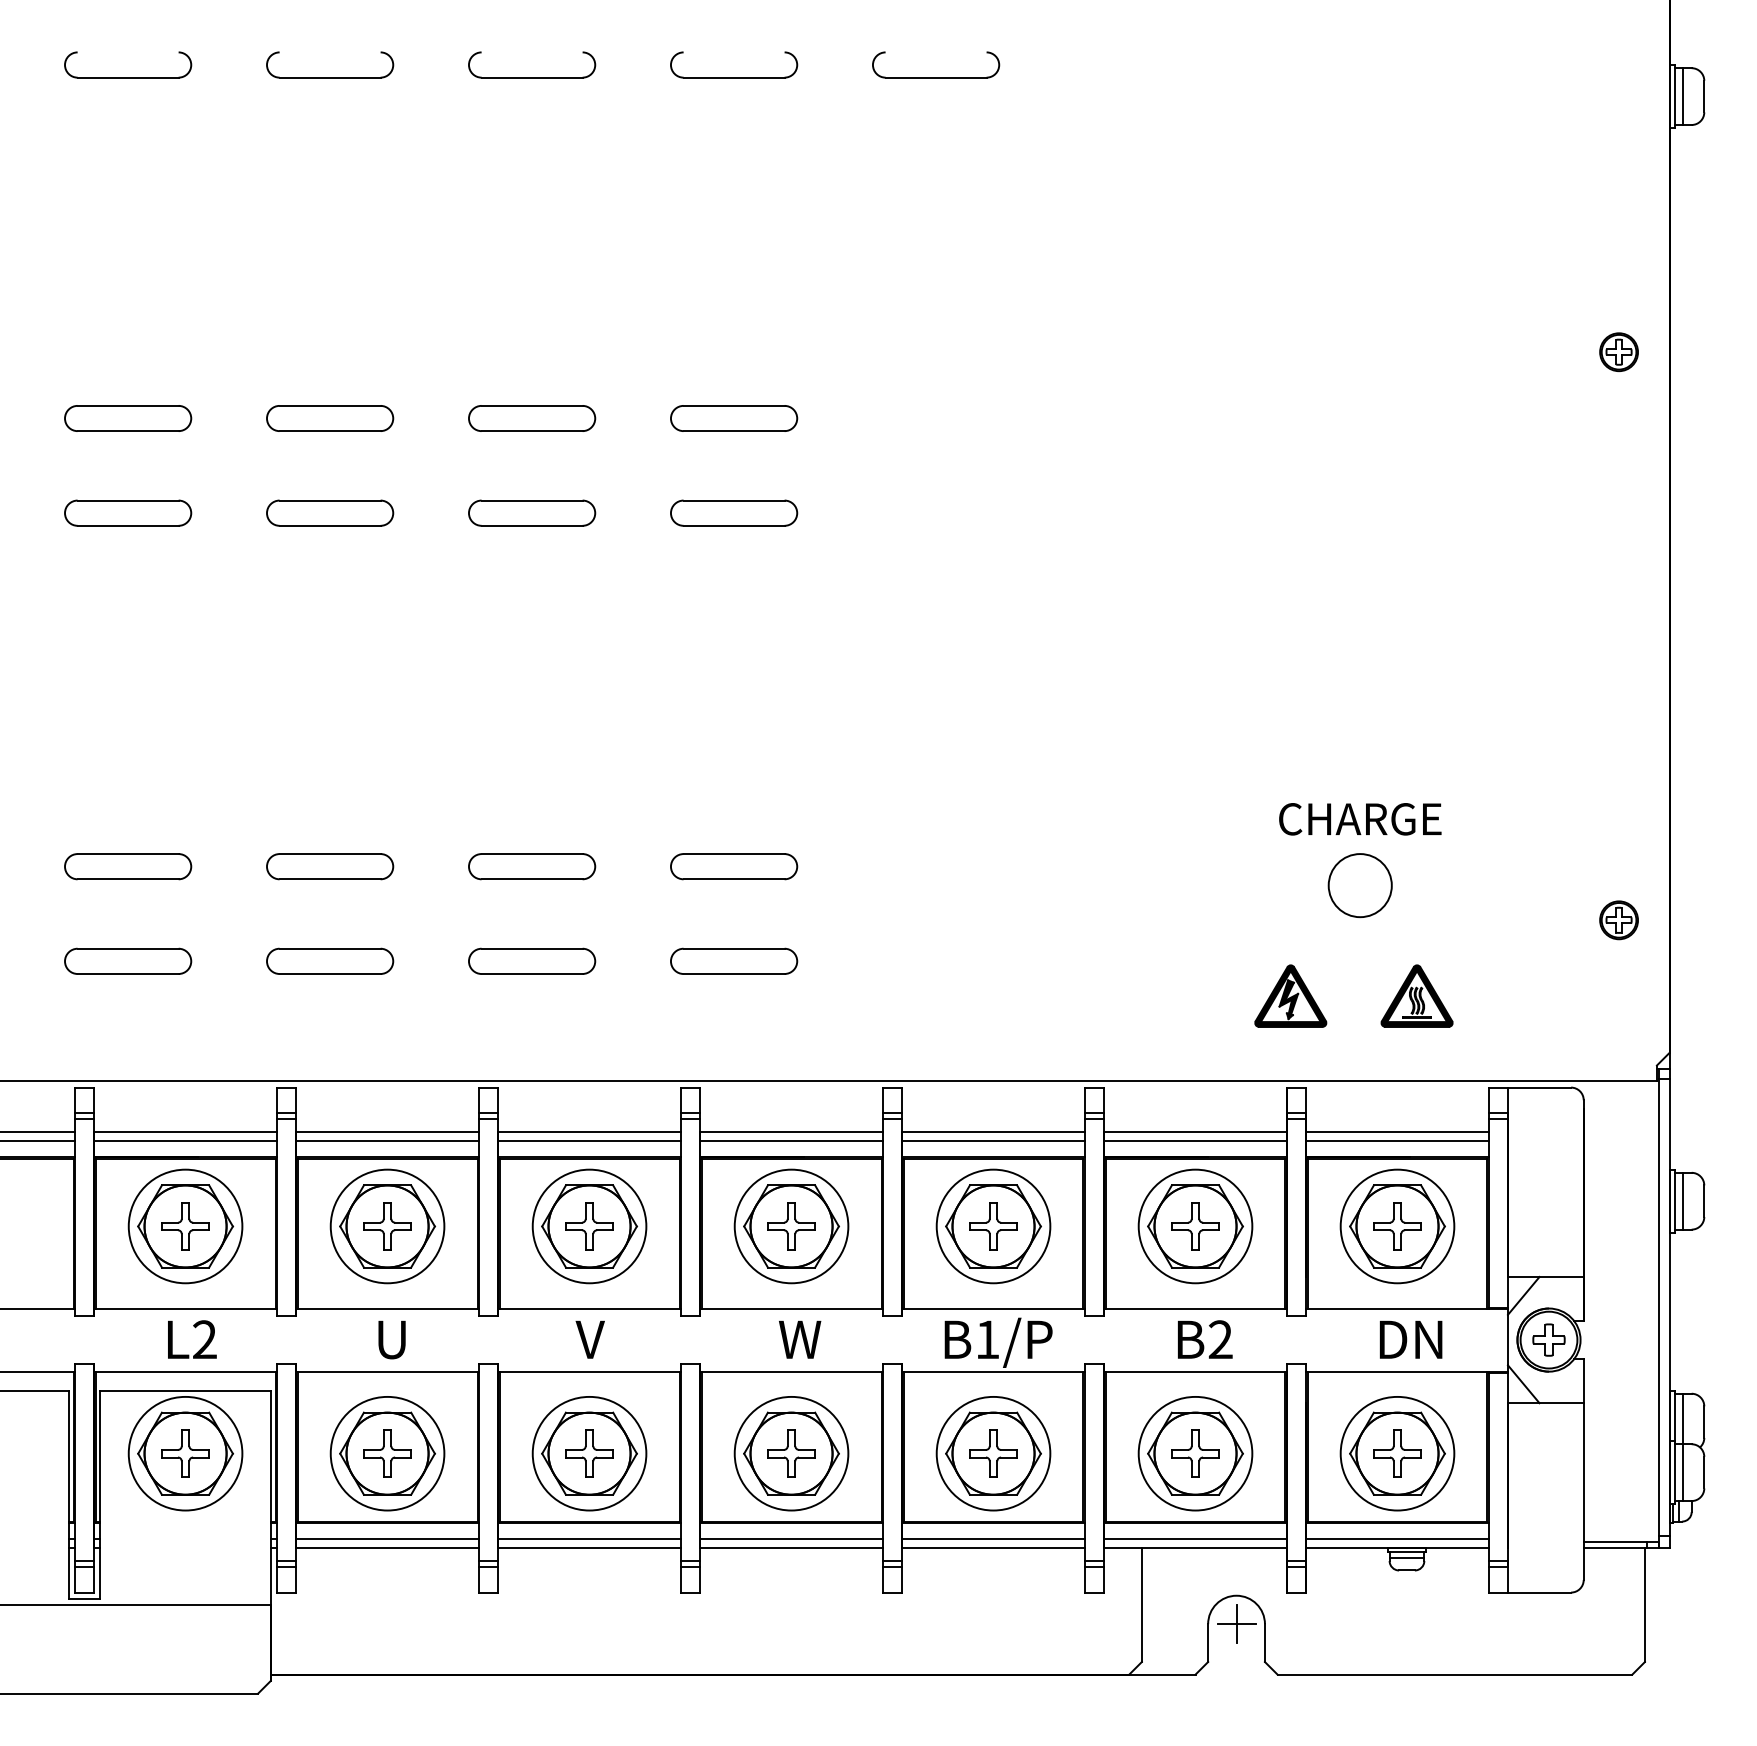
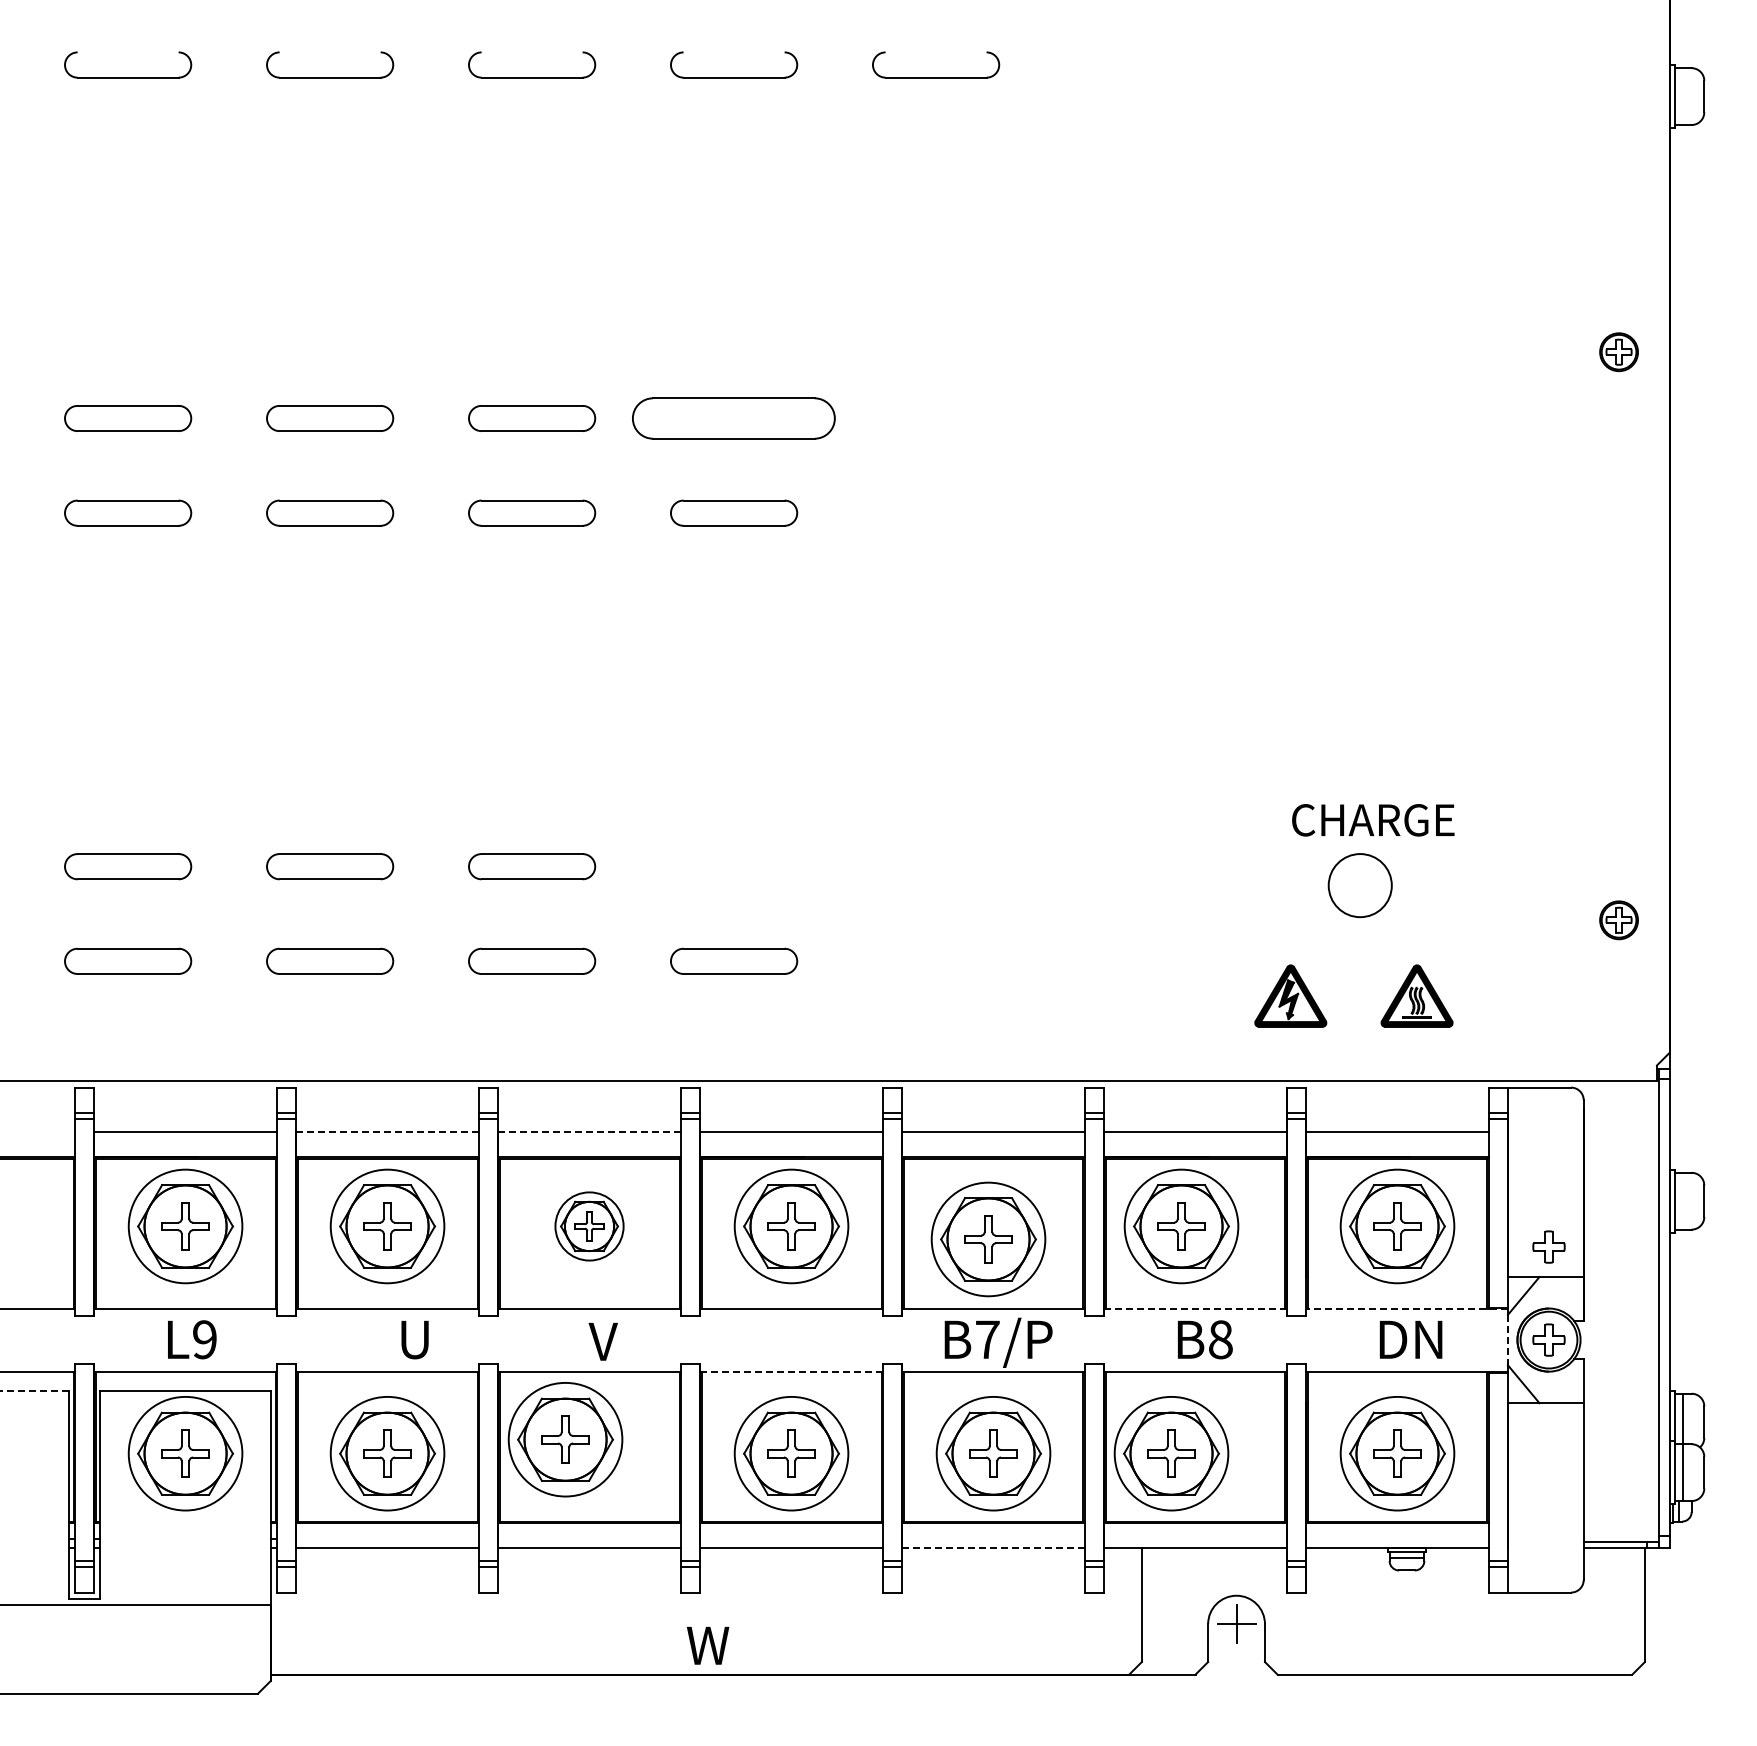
line at (1683, 96): present -> none
part at (734, 418) size: 129x27 px -> 204x43 px
text at (1360, 819) position: (1360, 819) -> (1373, 820)
part at (734, 866): present -> none
line at (38, 1131): present -> none
line at (387, 1131): solid -> dashed
line at (589, 1131): solid -> dashed
line at (38, 1141): present -> none
line at (185, 1141): present -> none
line at (387, 1141): present -> none
line at (589, 1141): present -> none
line at (791, 1141): present -> none
line at (993, 1141): present -> none
line at (1195, 1141): present -> none
line at (1397, 1141): present -> none
line at (1683, 1200): present -> none
part at (589, 1226) size: 117x117 px -> 71x71 px
part at (993, 1226) position: (993, 1226) -> (988, 1239)
part at (1195, 1226) position: (1195, 1226) -> (1181, 1226)
part at (1548, 1246): none -> present
line at (1195, 1308): solid -> dashed
line at (1406, 1308): solid -> dashed
text at (391, 1339) position: (391, 1339) -> (414, 1339)
text at (589, 1339) position: (589, 1339) -> (602, 1341)
text at (800, 1339) position: (800, 1339) -> (708, 1645)
text at (987, 1339): B1/P -> B7/P
text at (1220, 1339): B2 -> B8
text at (204, 1340): L2 -> L9
line at (1507, 1340): solid -> dashed
line at (791, 1371): solid -> dashed
line at (33, 1390): solid -> dashed
part at (589, 1453) position: (589, 1453) -> (565, 1439)
part at (1195, 1453) position: (1195, 1453) -> (1171, 1453)
line at (387, 1538): present -> none
line at (589, 1538): present -> none
line at (791, 1538): present -> none
line at (993, 1538): present -> none
line at (1195, 1538): present -> none
line at (1397, 1538): present -> none
line at (993, 1548): solid -> dashed
